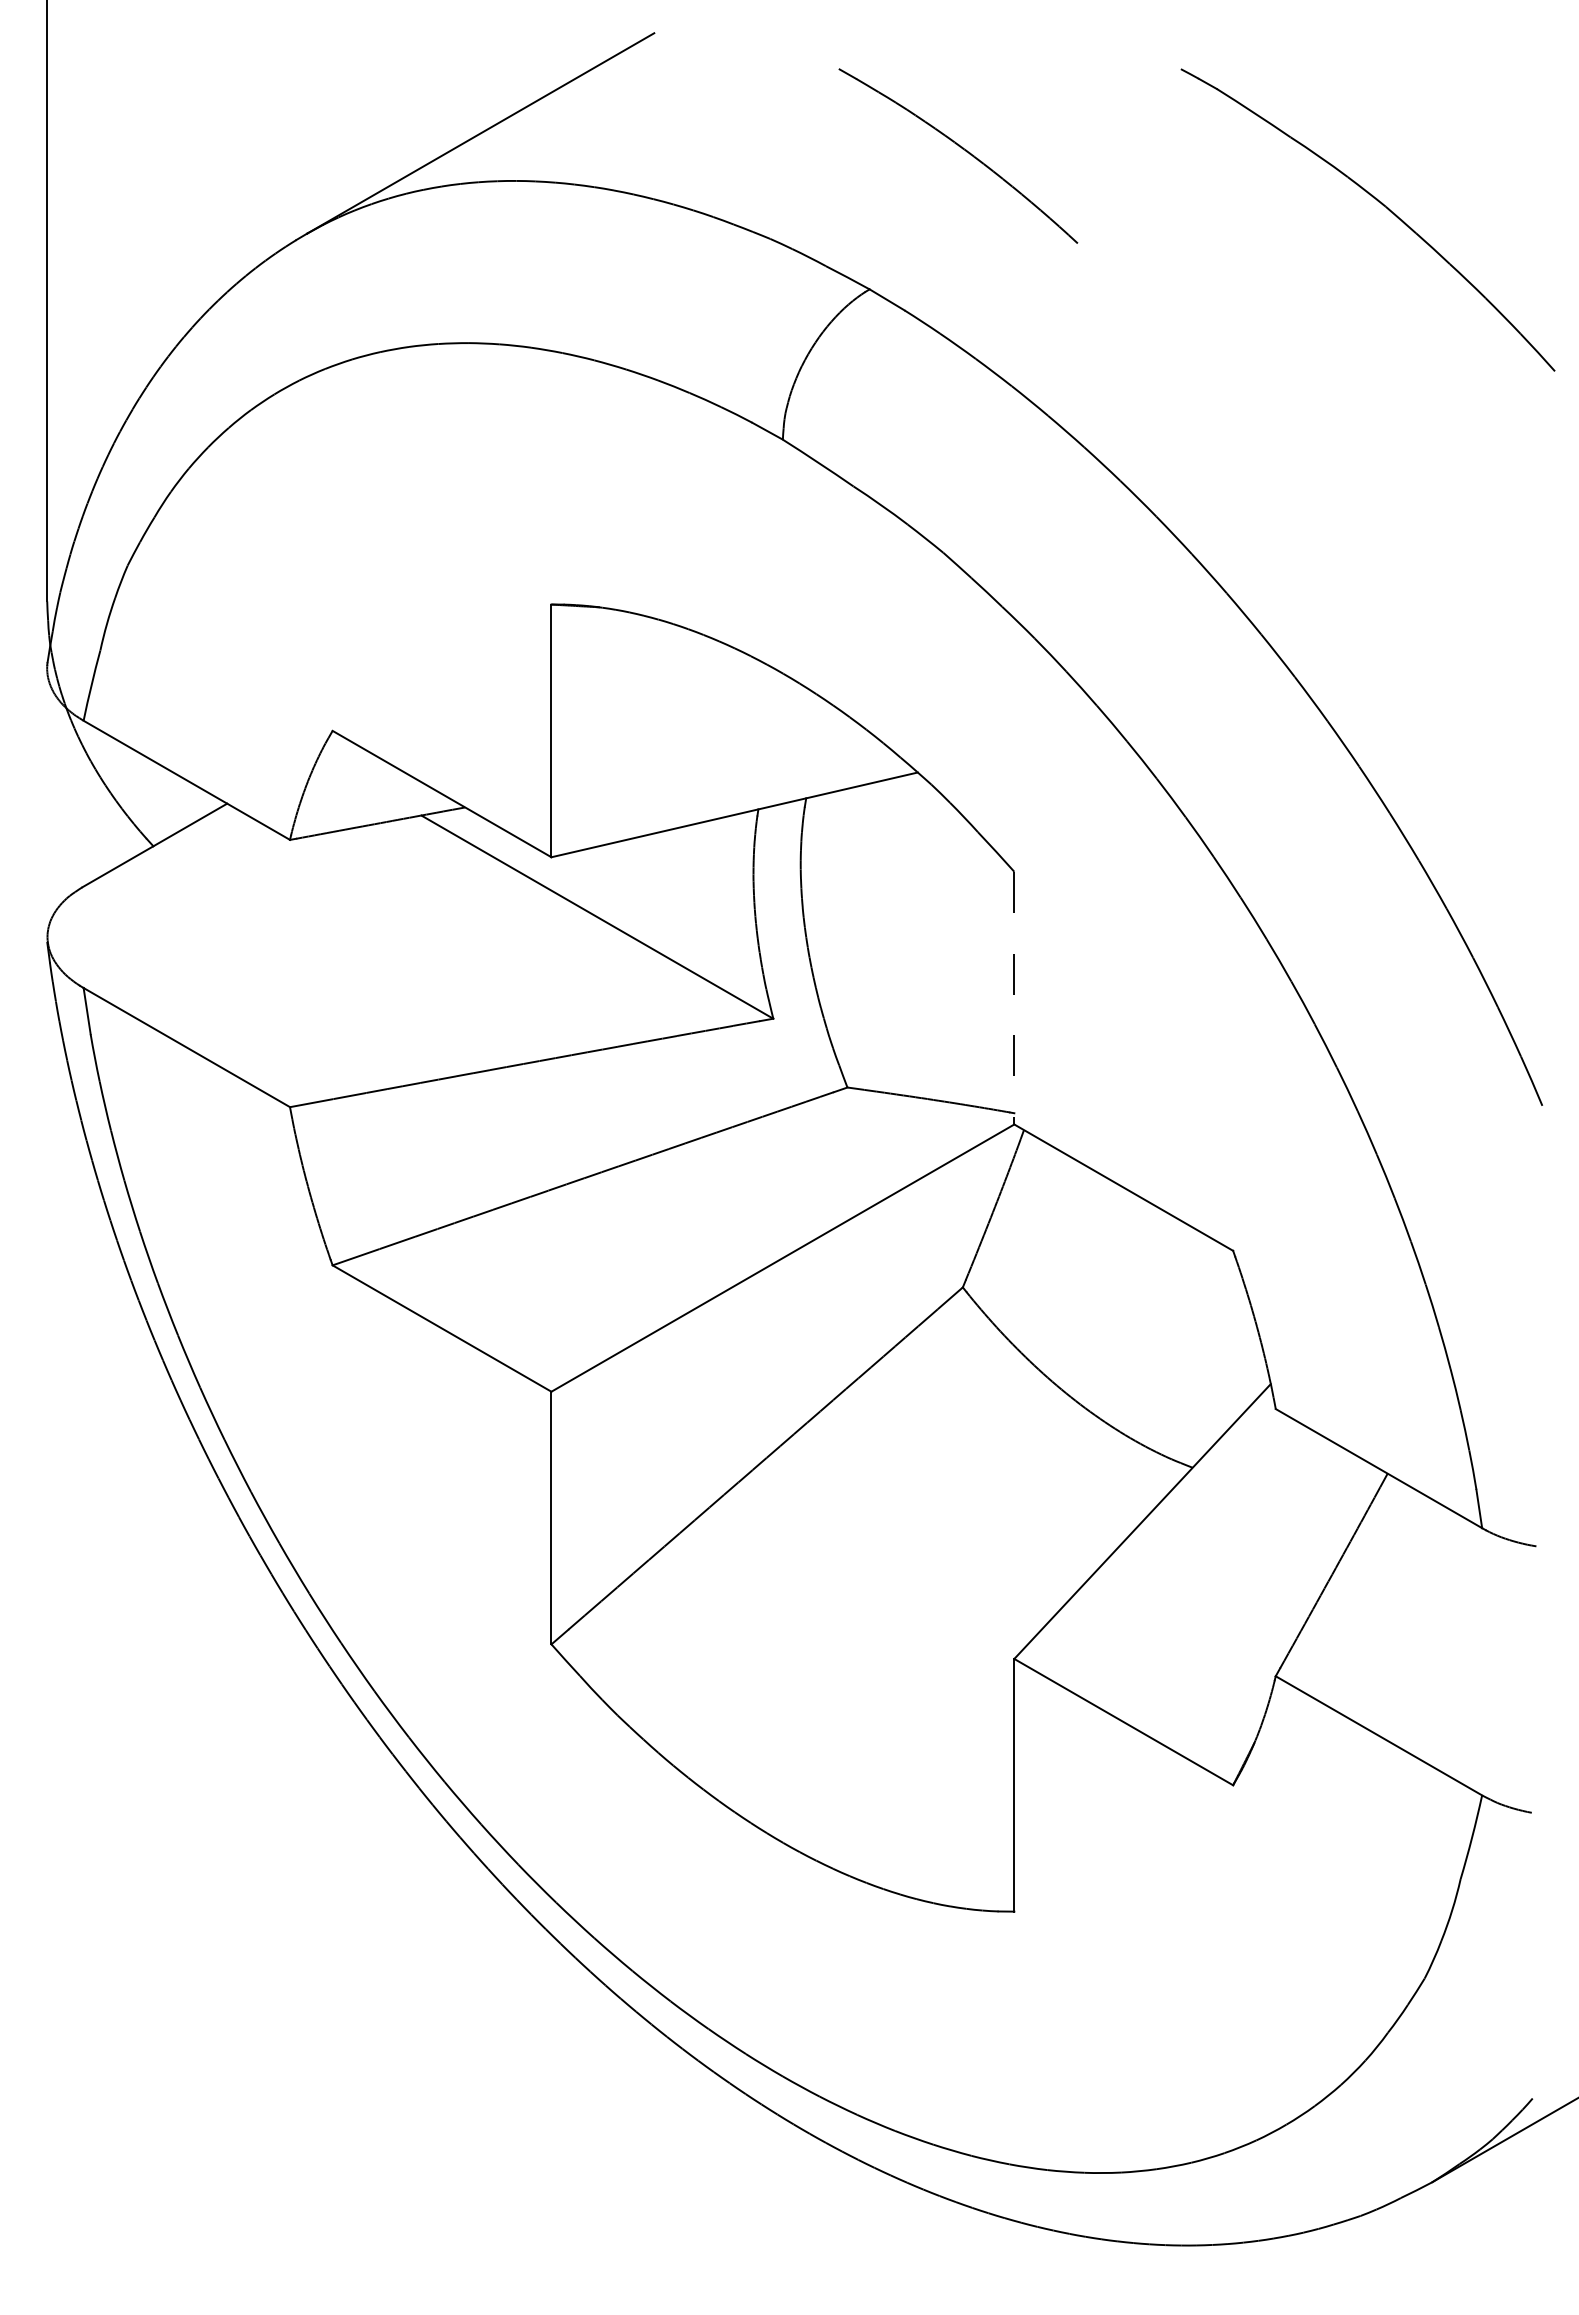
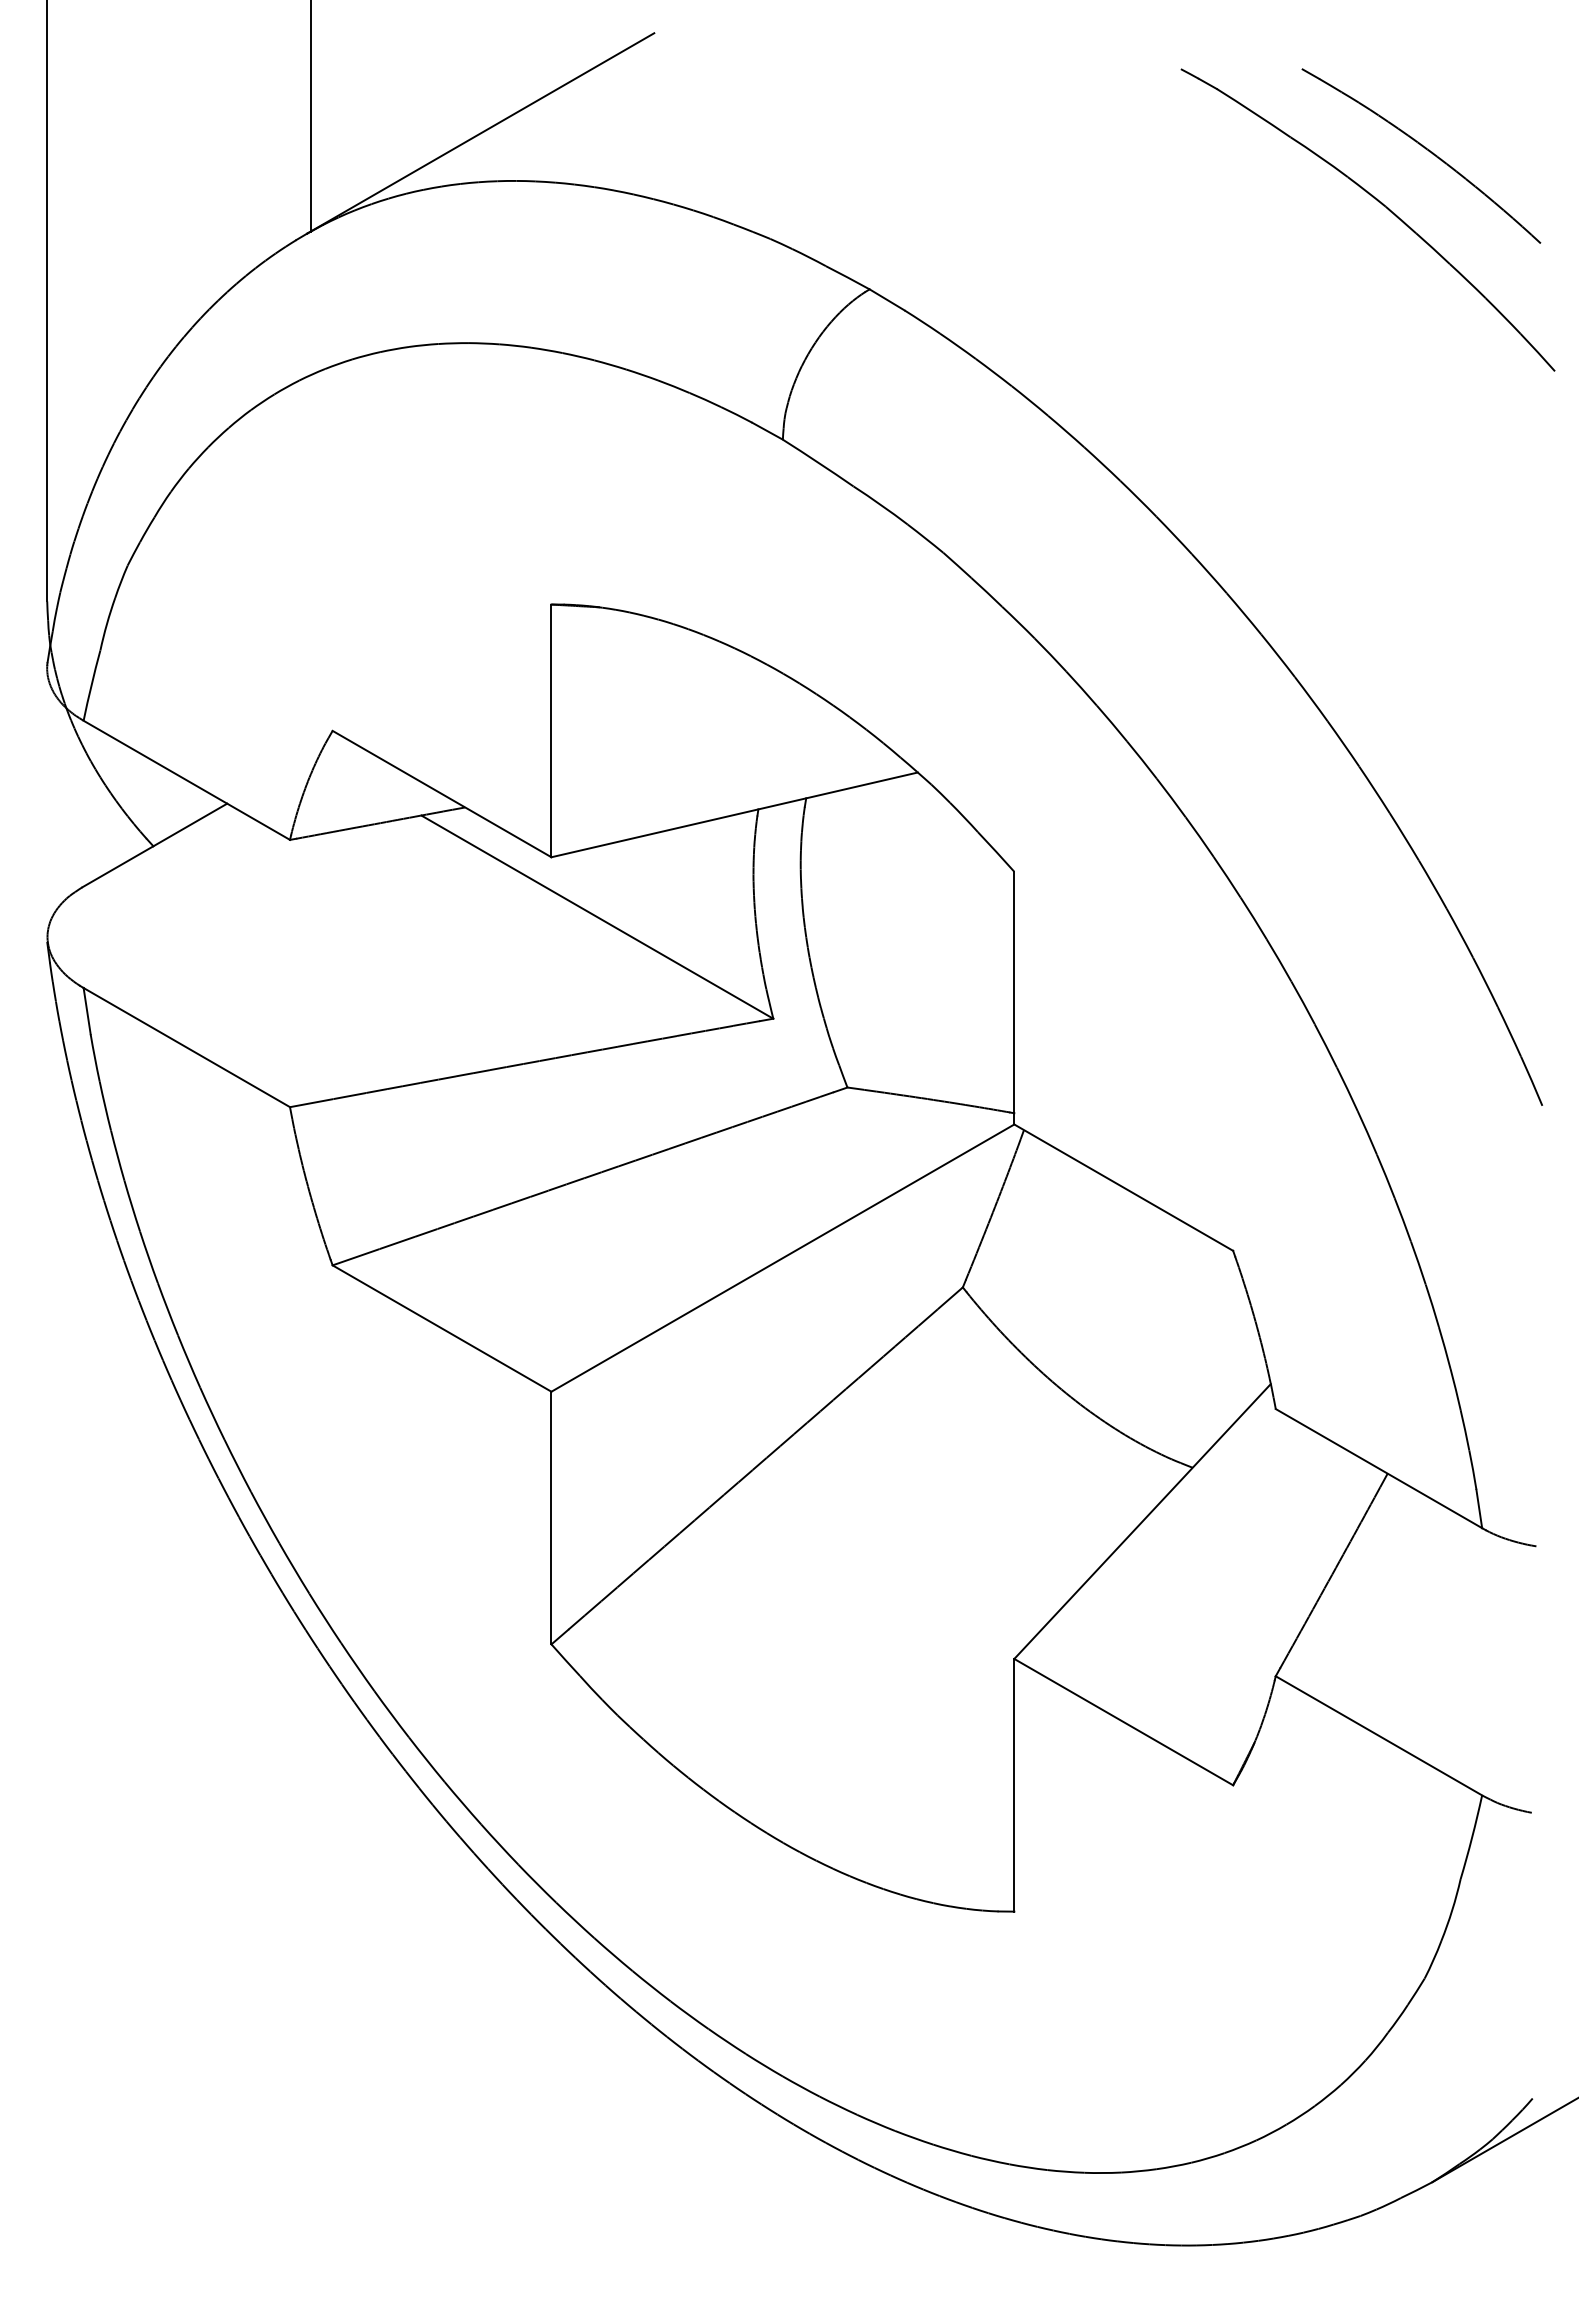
line at (310, 116): none -> present
part at (962, 149) position: (962, 149) -> (1425, 149)
line at (1014, 998): dashed -> solid
